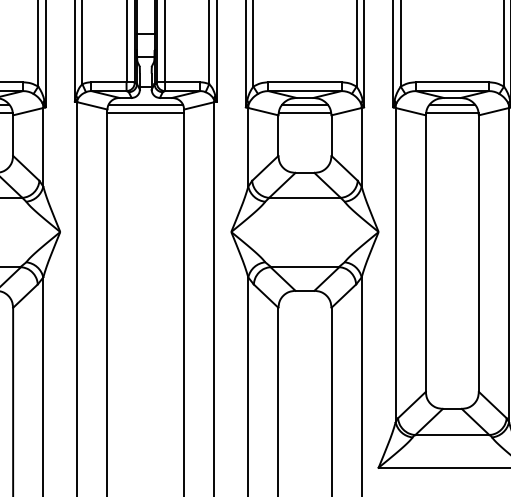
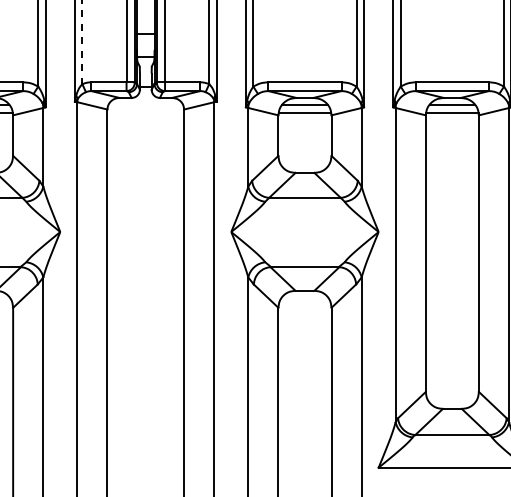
line at (82, 42): solid -> dashed
line at (145, 104): present -> none
line at (145, 113): present -> none
